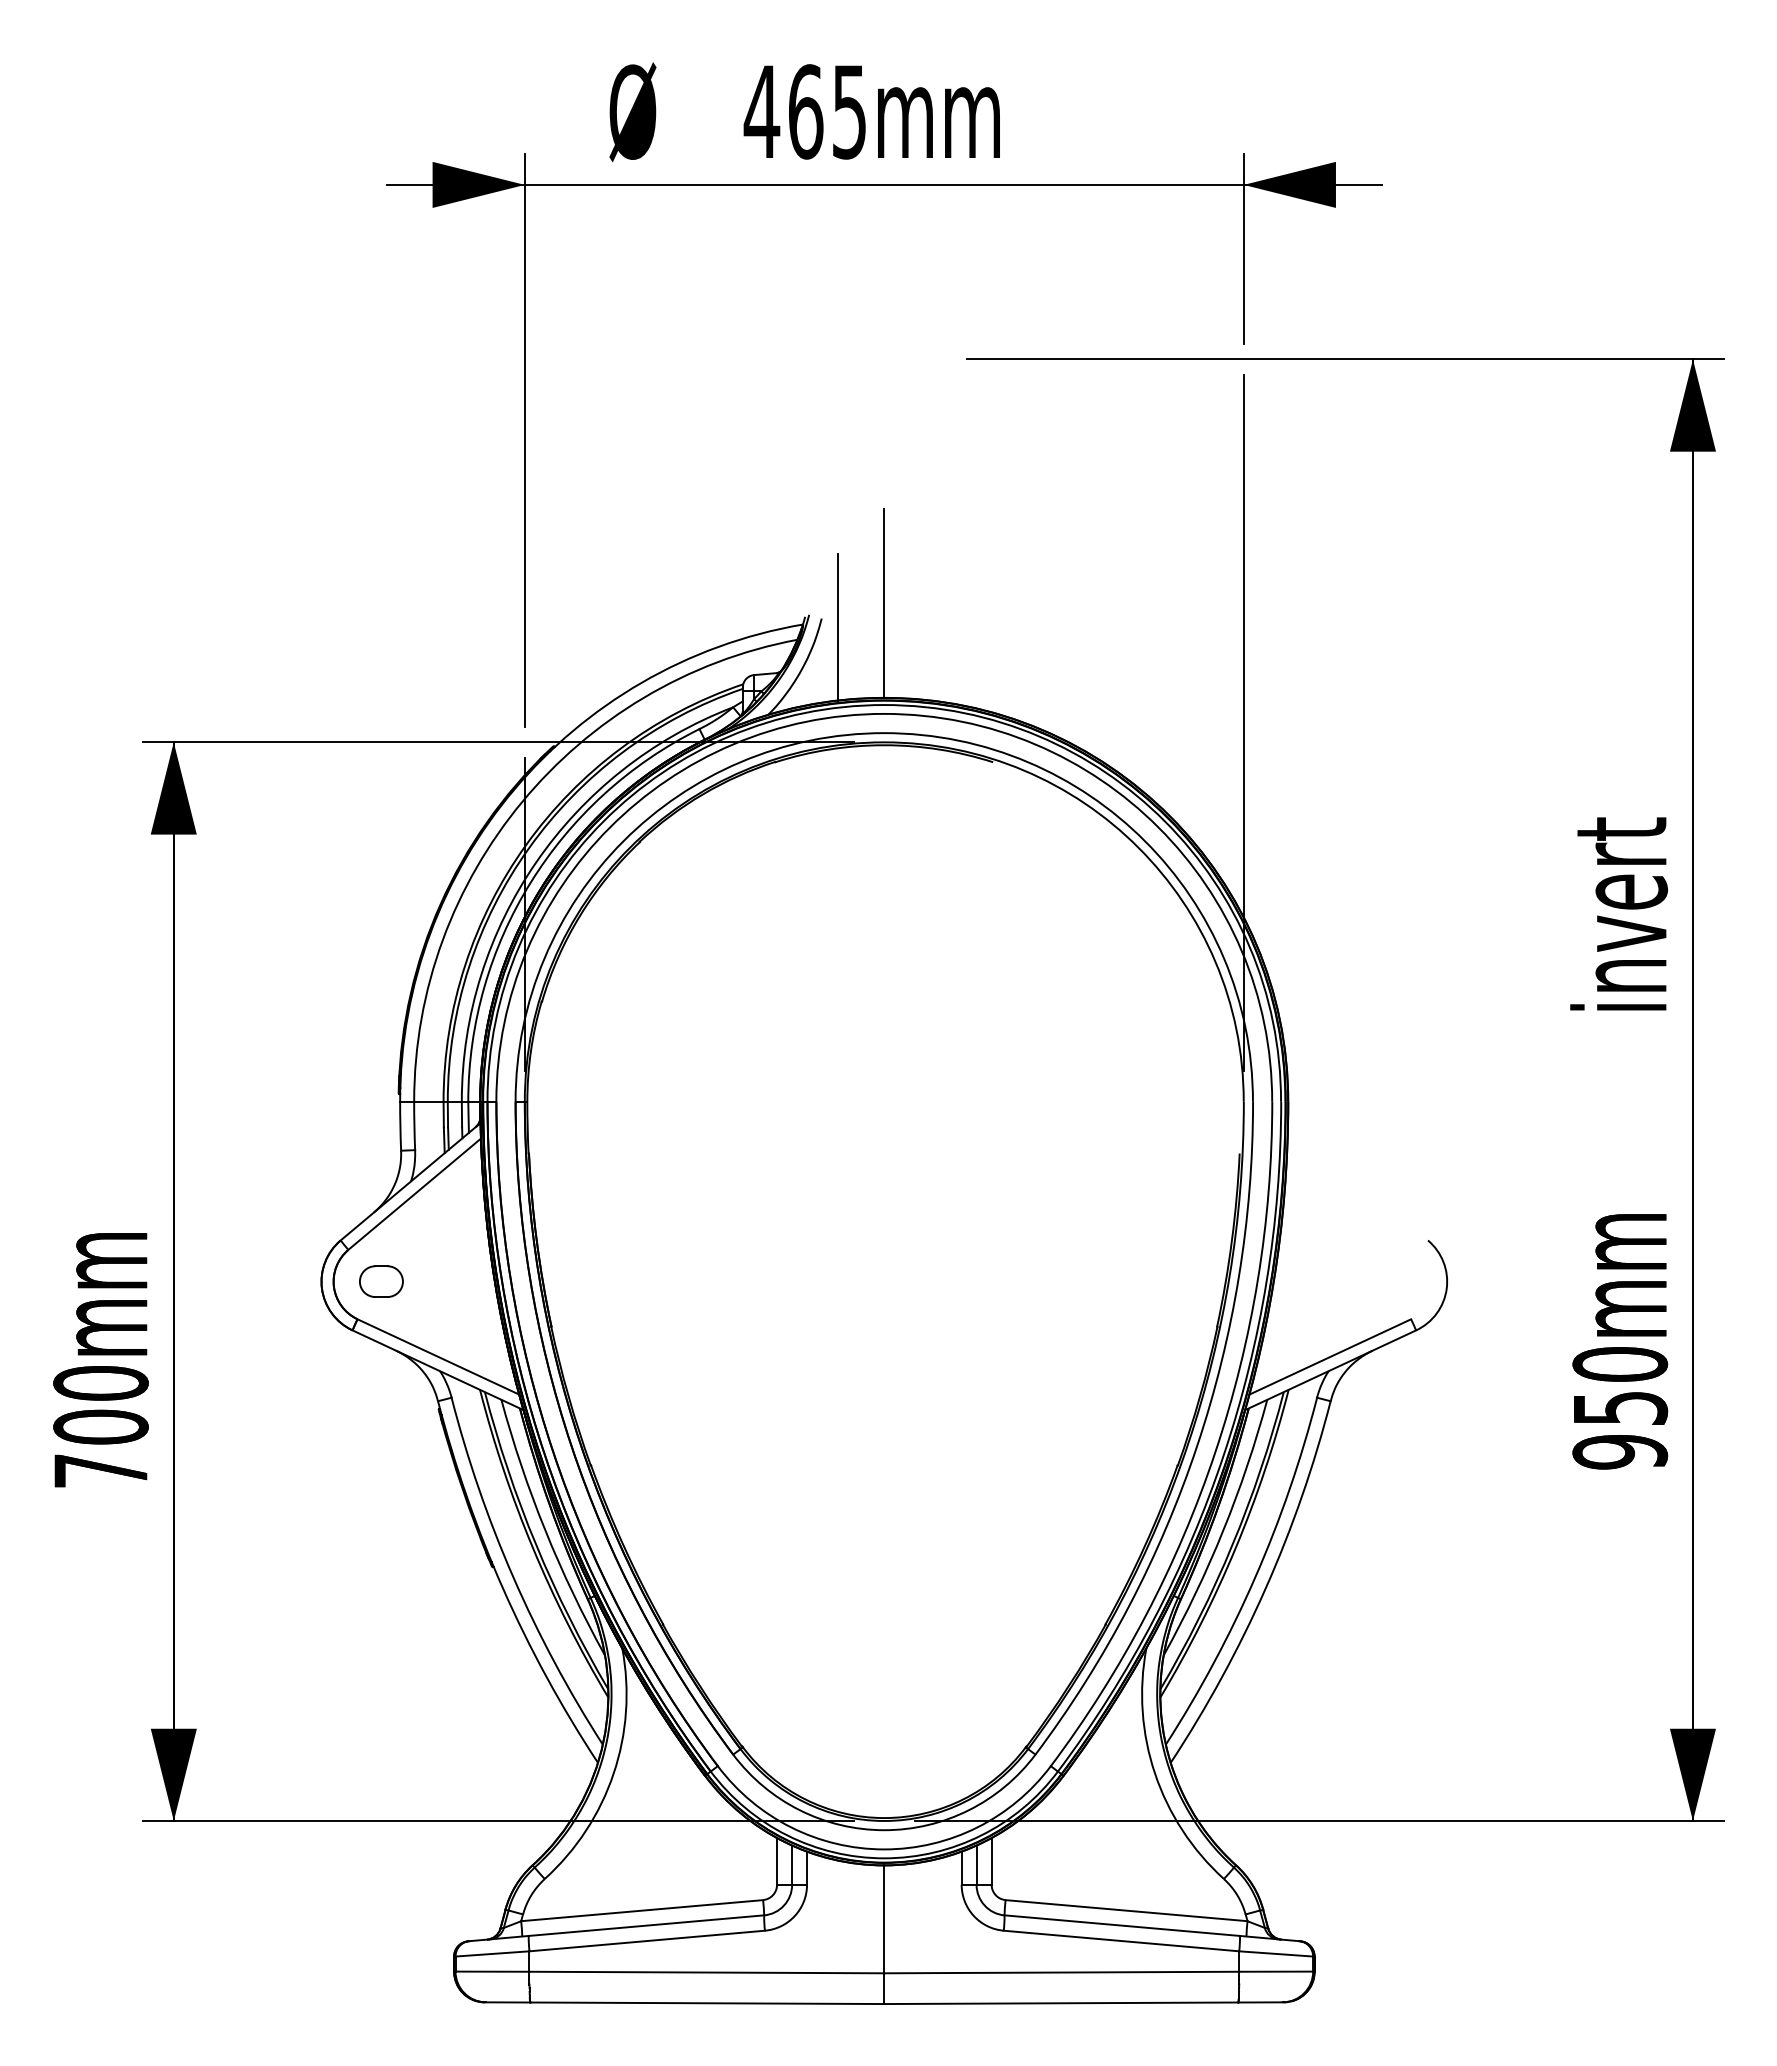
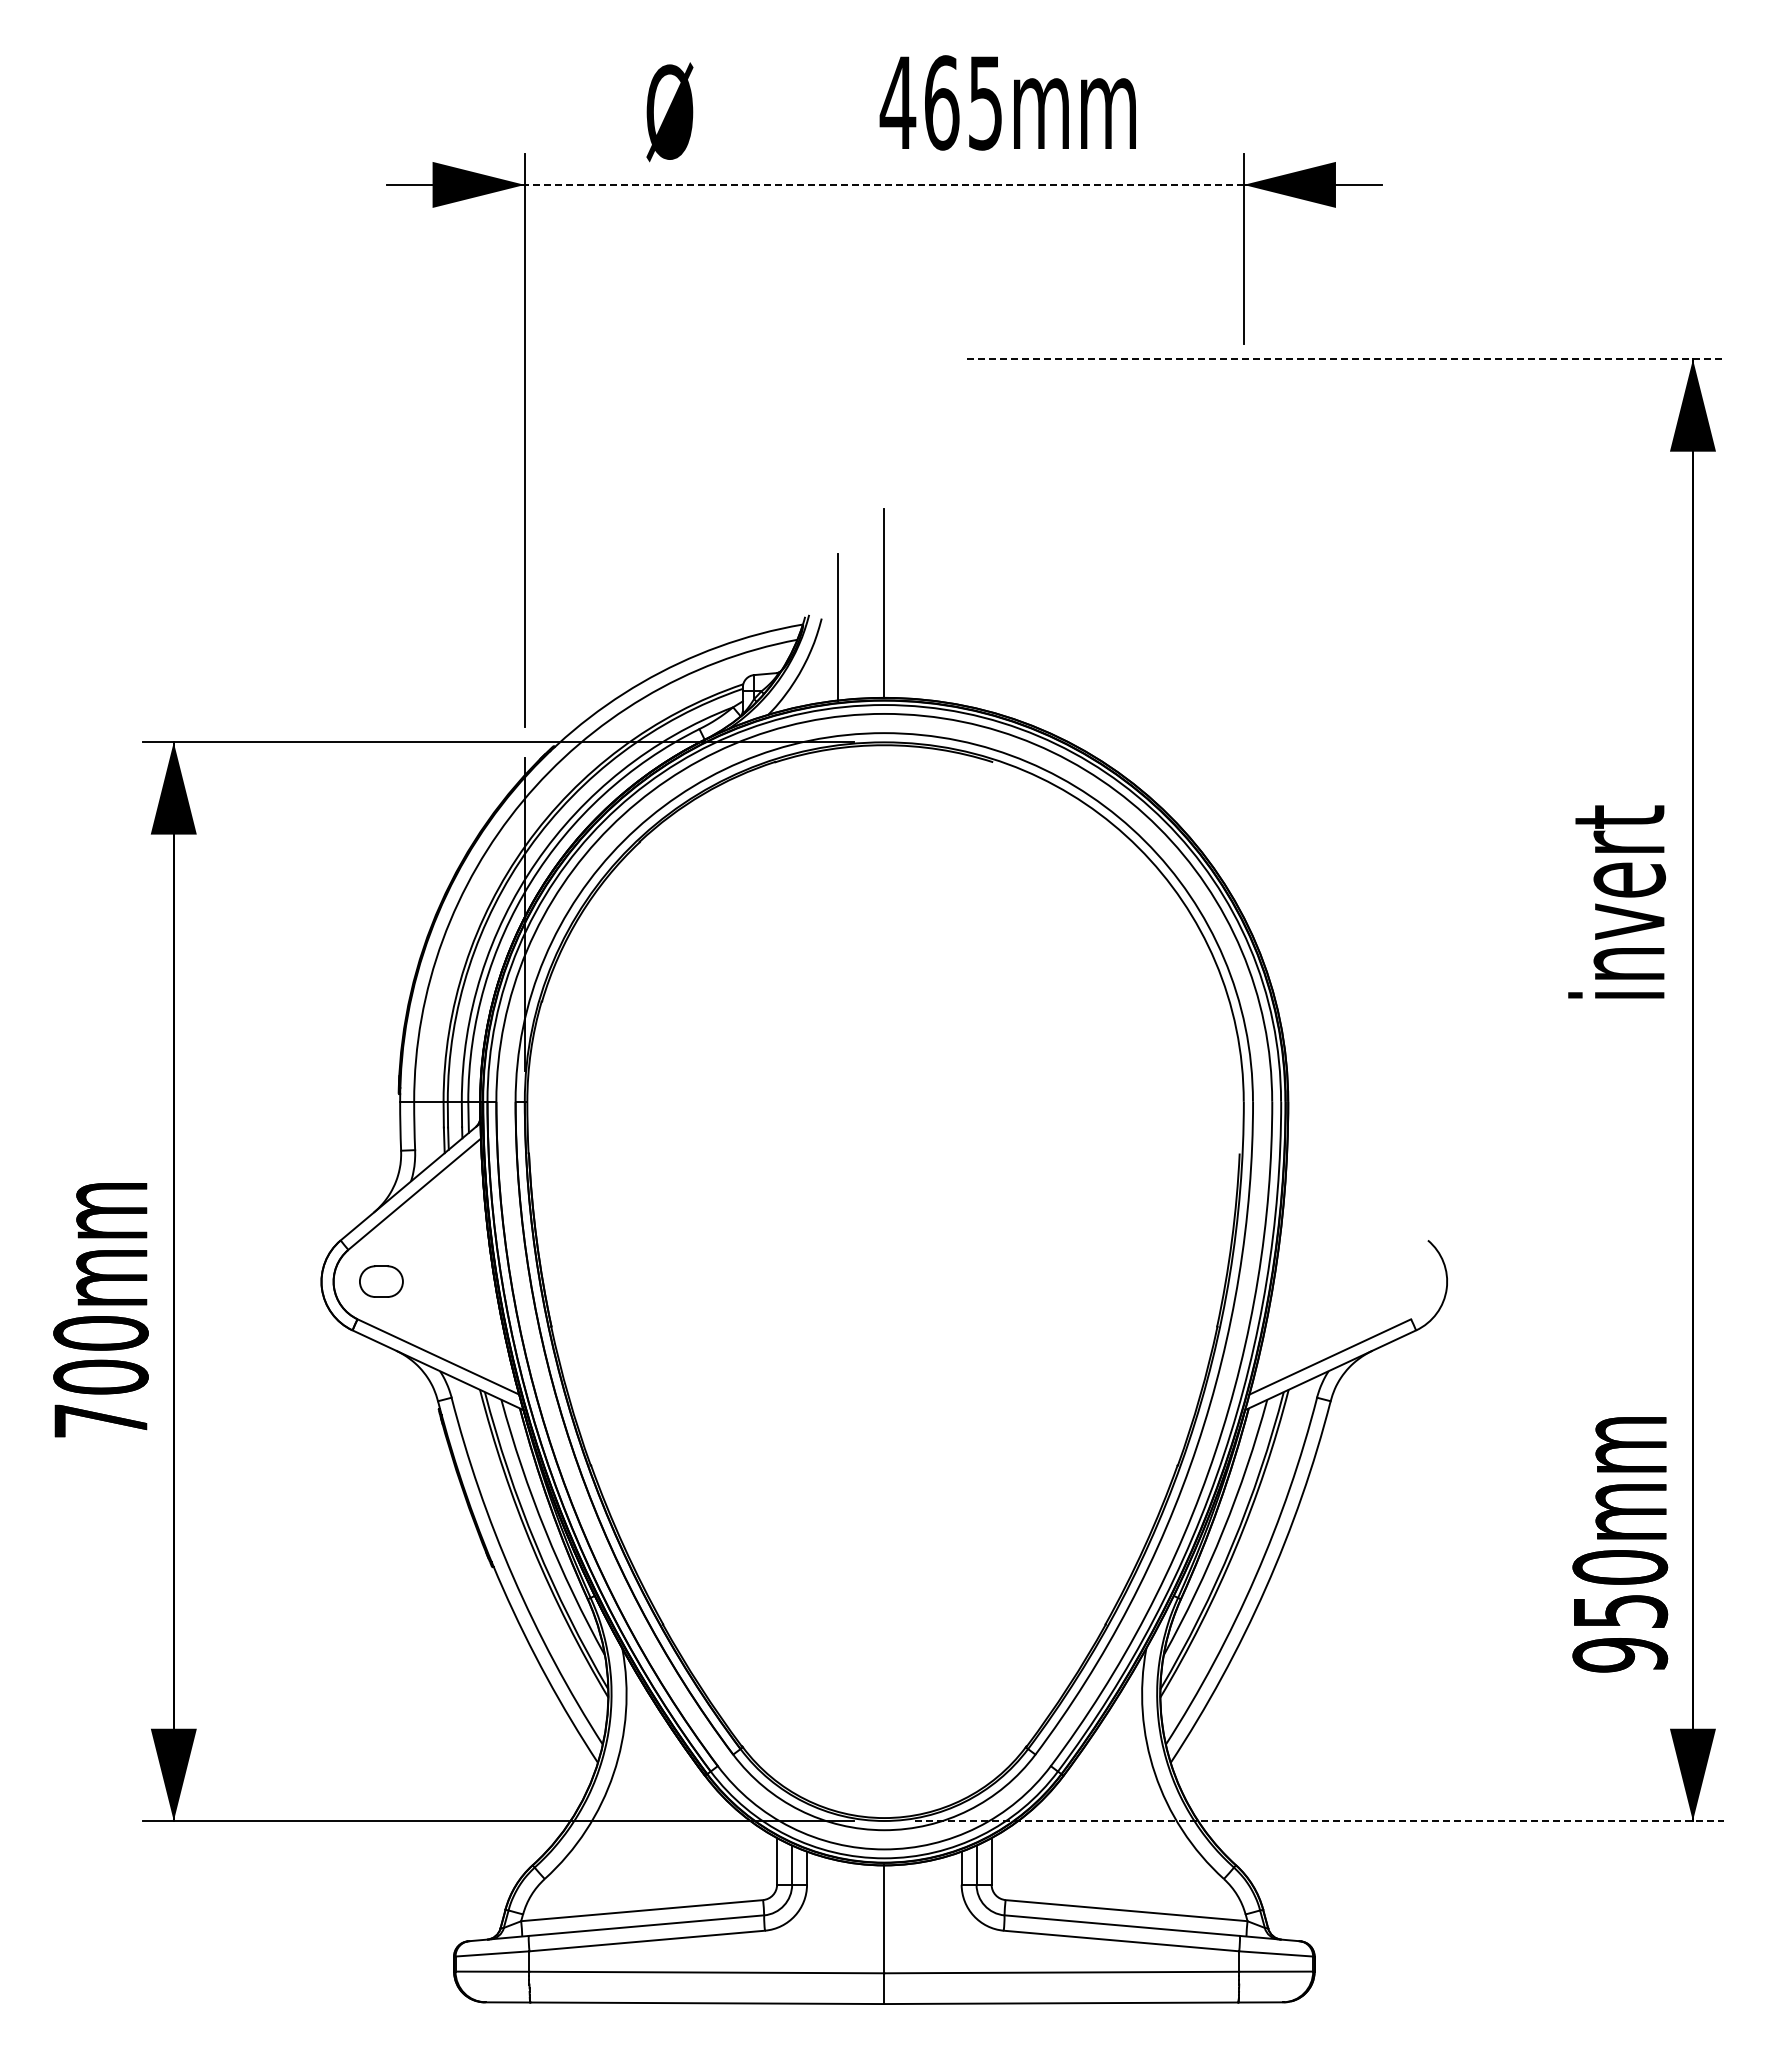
text at (871, 111) position: (871, 111) -> (1007, 102)
text at (632, 112) position: (632, 112) -> (669, 112)
line at (883, 184): solid -> dashed
line at (1345, 359): solid -> dashed
line at (1243, 722): present -> none
text at (1618, 913) position: (1618, 913) -> (1616, 901)
text at (1620, 1341) position: (1620, 1341) -> (1620, 1544)
text at (100, 1360) position: (100, 1360) -> (100, 1310)
line at (1319, 1820): solid -> dashed
